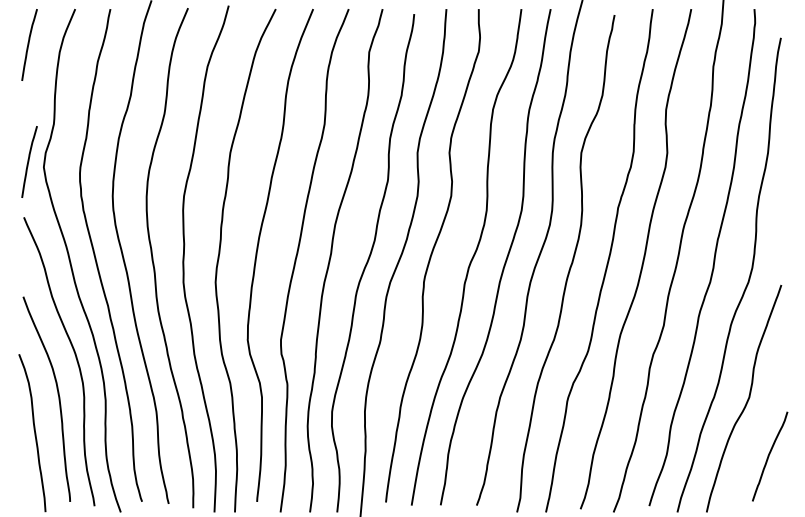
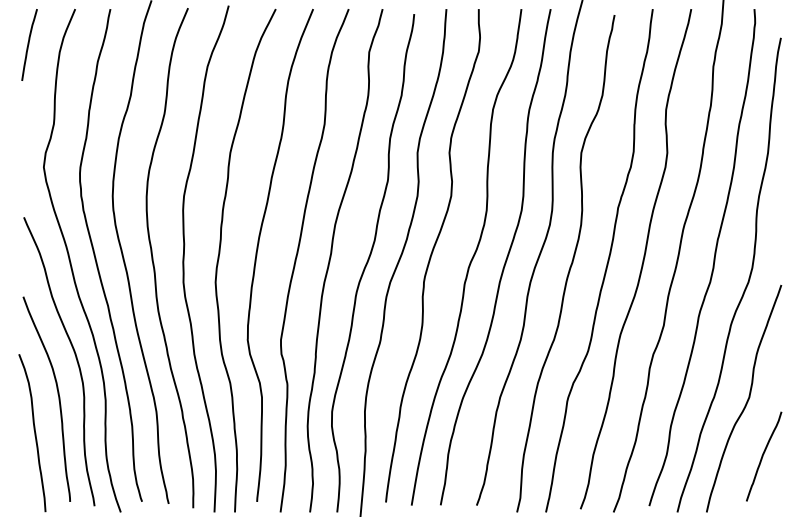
curve at (29, 161): present -> none
curve at (769, 456) position: (769, 456) -> (763, 456)
